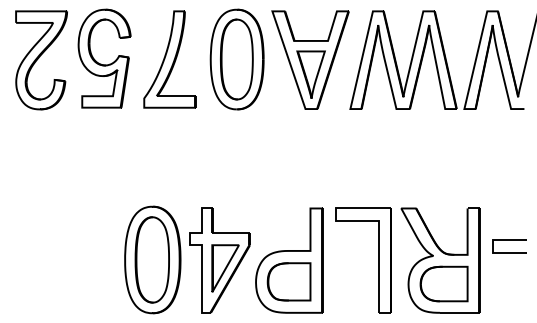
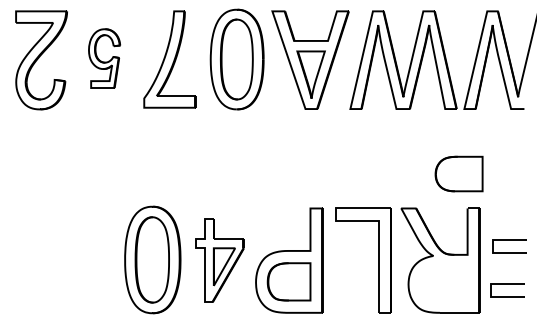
part at (104, 58) size: 55x101 px -> 34x61 px
part at (219, 260) size: 62x107 px -> 50x85 px
part at (443, 283) position: (443, 283) -> (458, 173)
curve at (507, 284): none -> present
